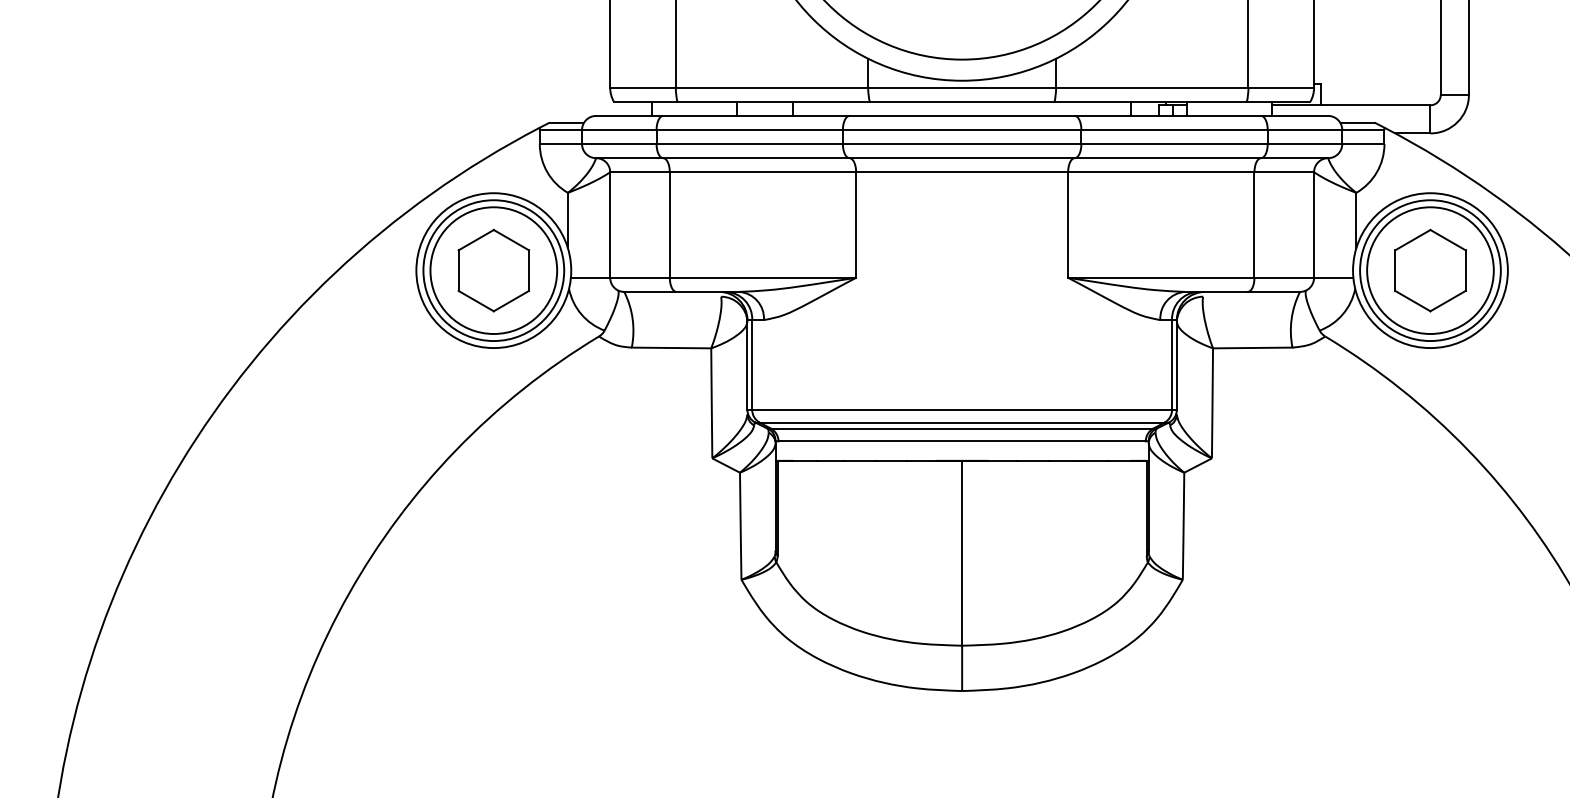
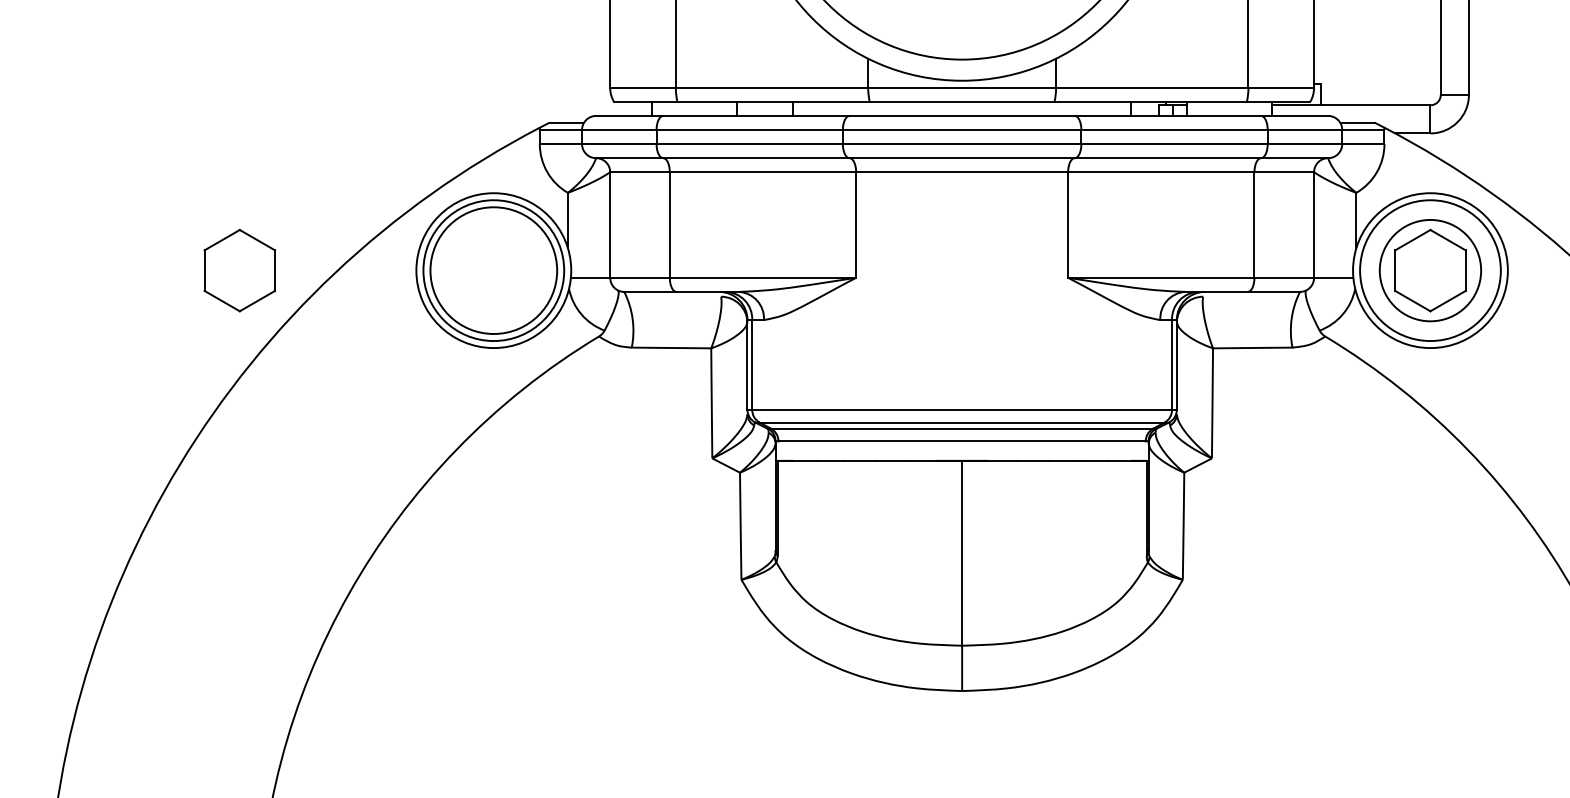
part at (493, 270) position: (493, 270) -> (239, 270)
circle at (1430, 270) diameter: 127 px -> 101 px
